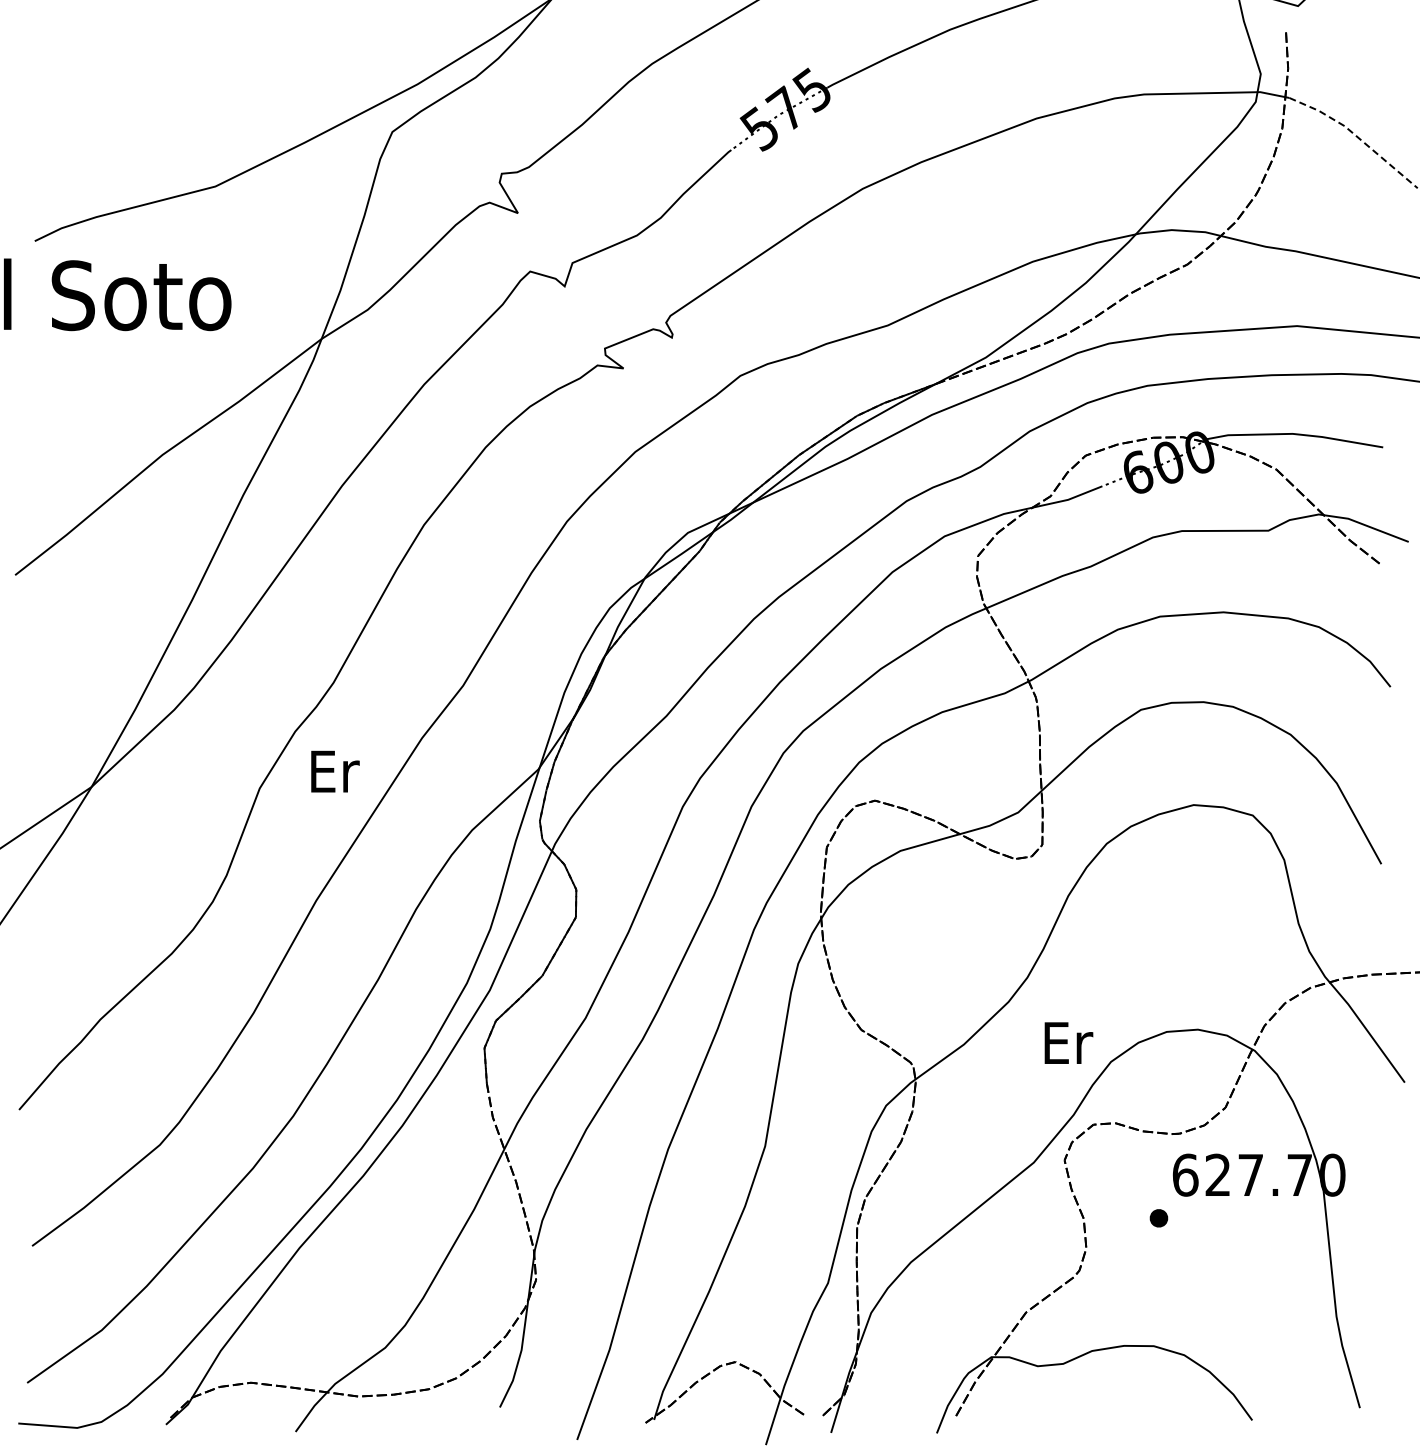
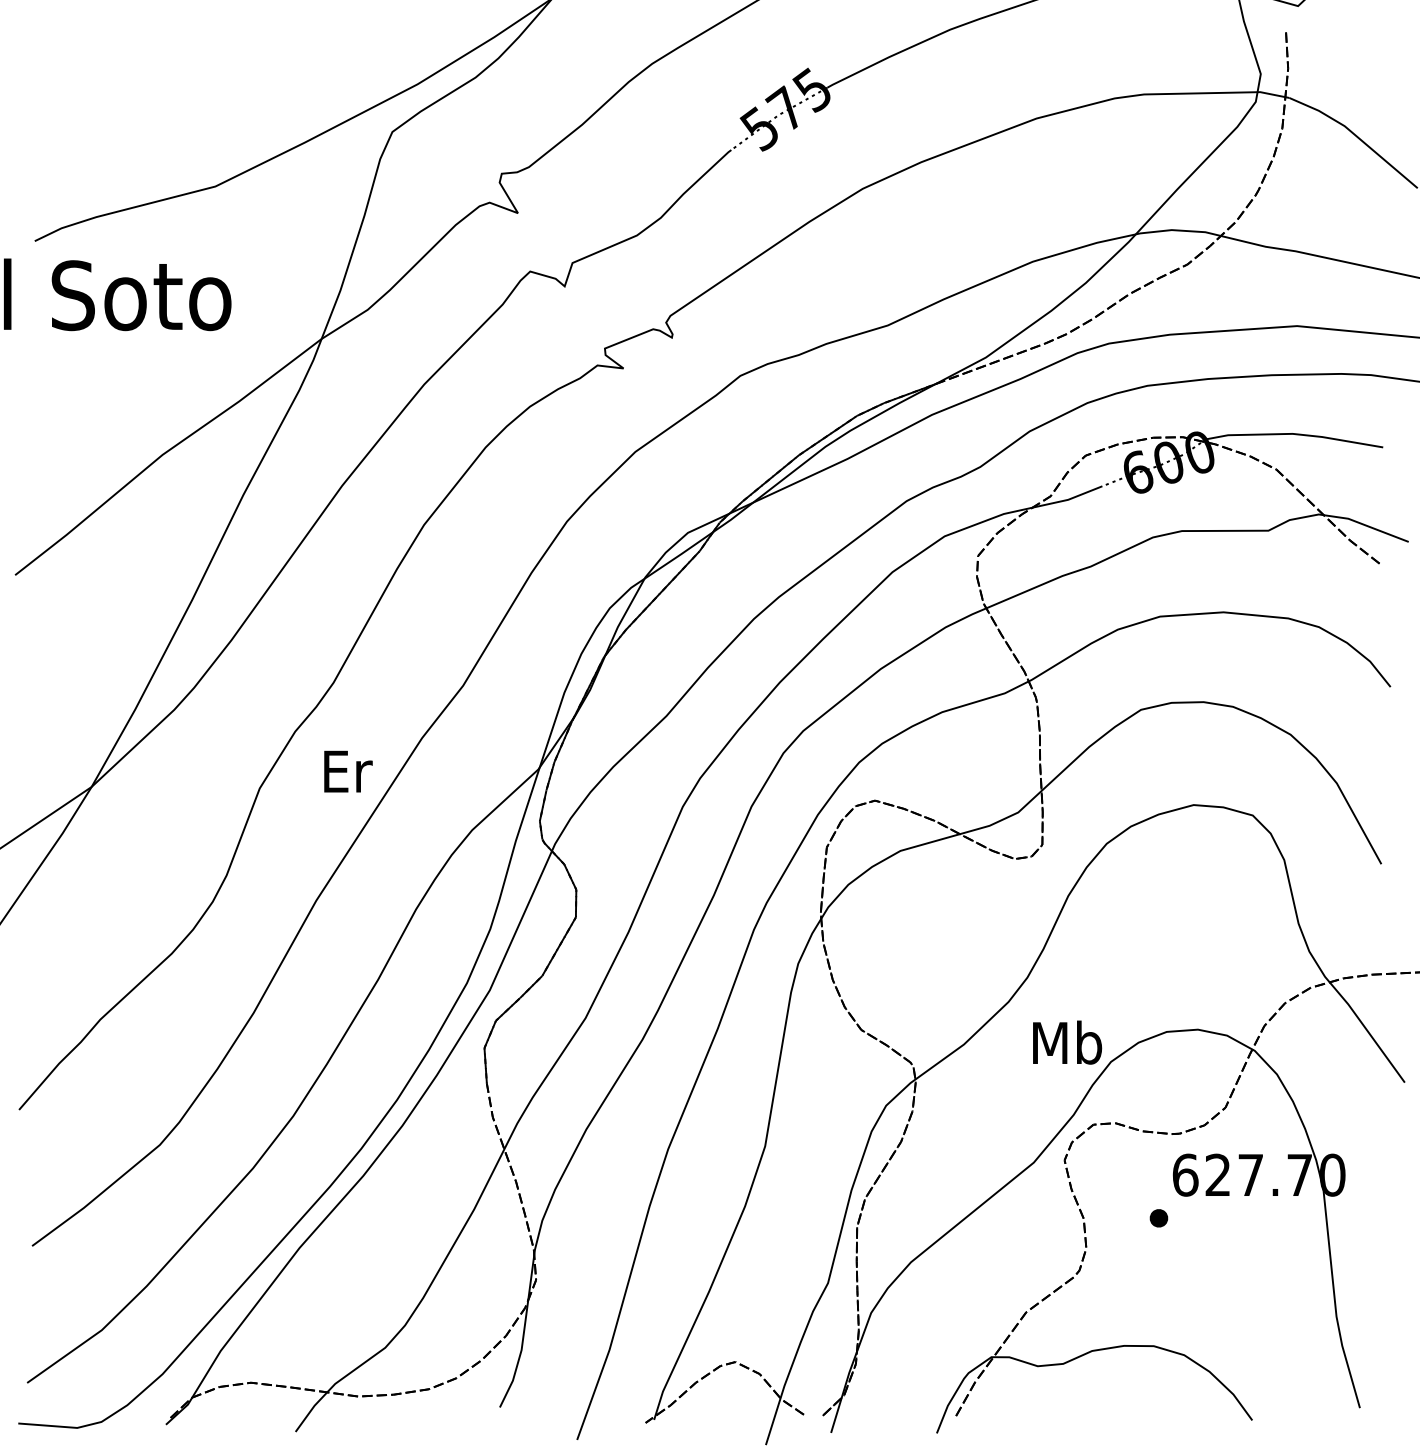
line at (1356, 135): dashed -> solid
text at (335, 771) position: (335, 771) -> (348, 771)
text at (1067, 1042): Er -> Mb
